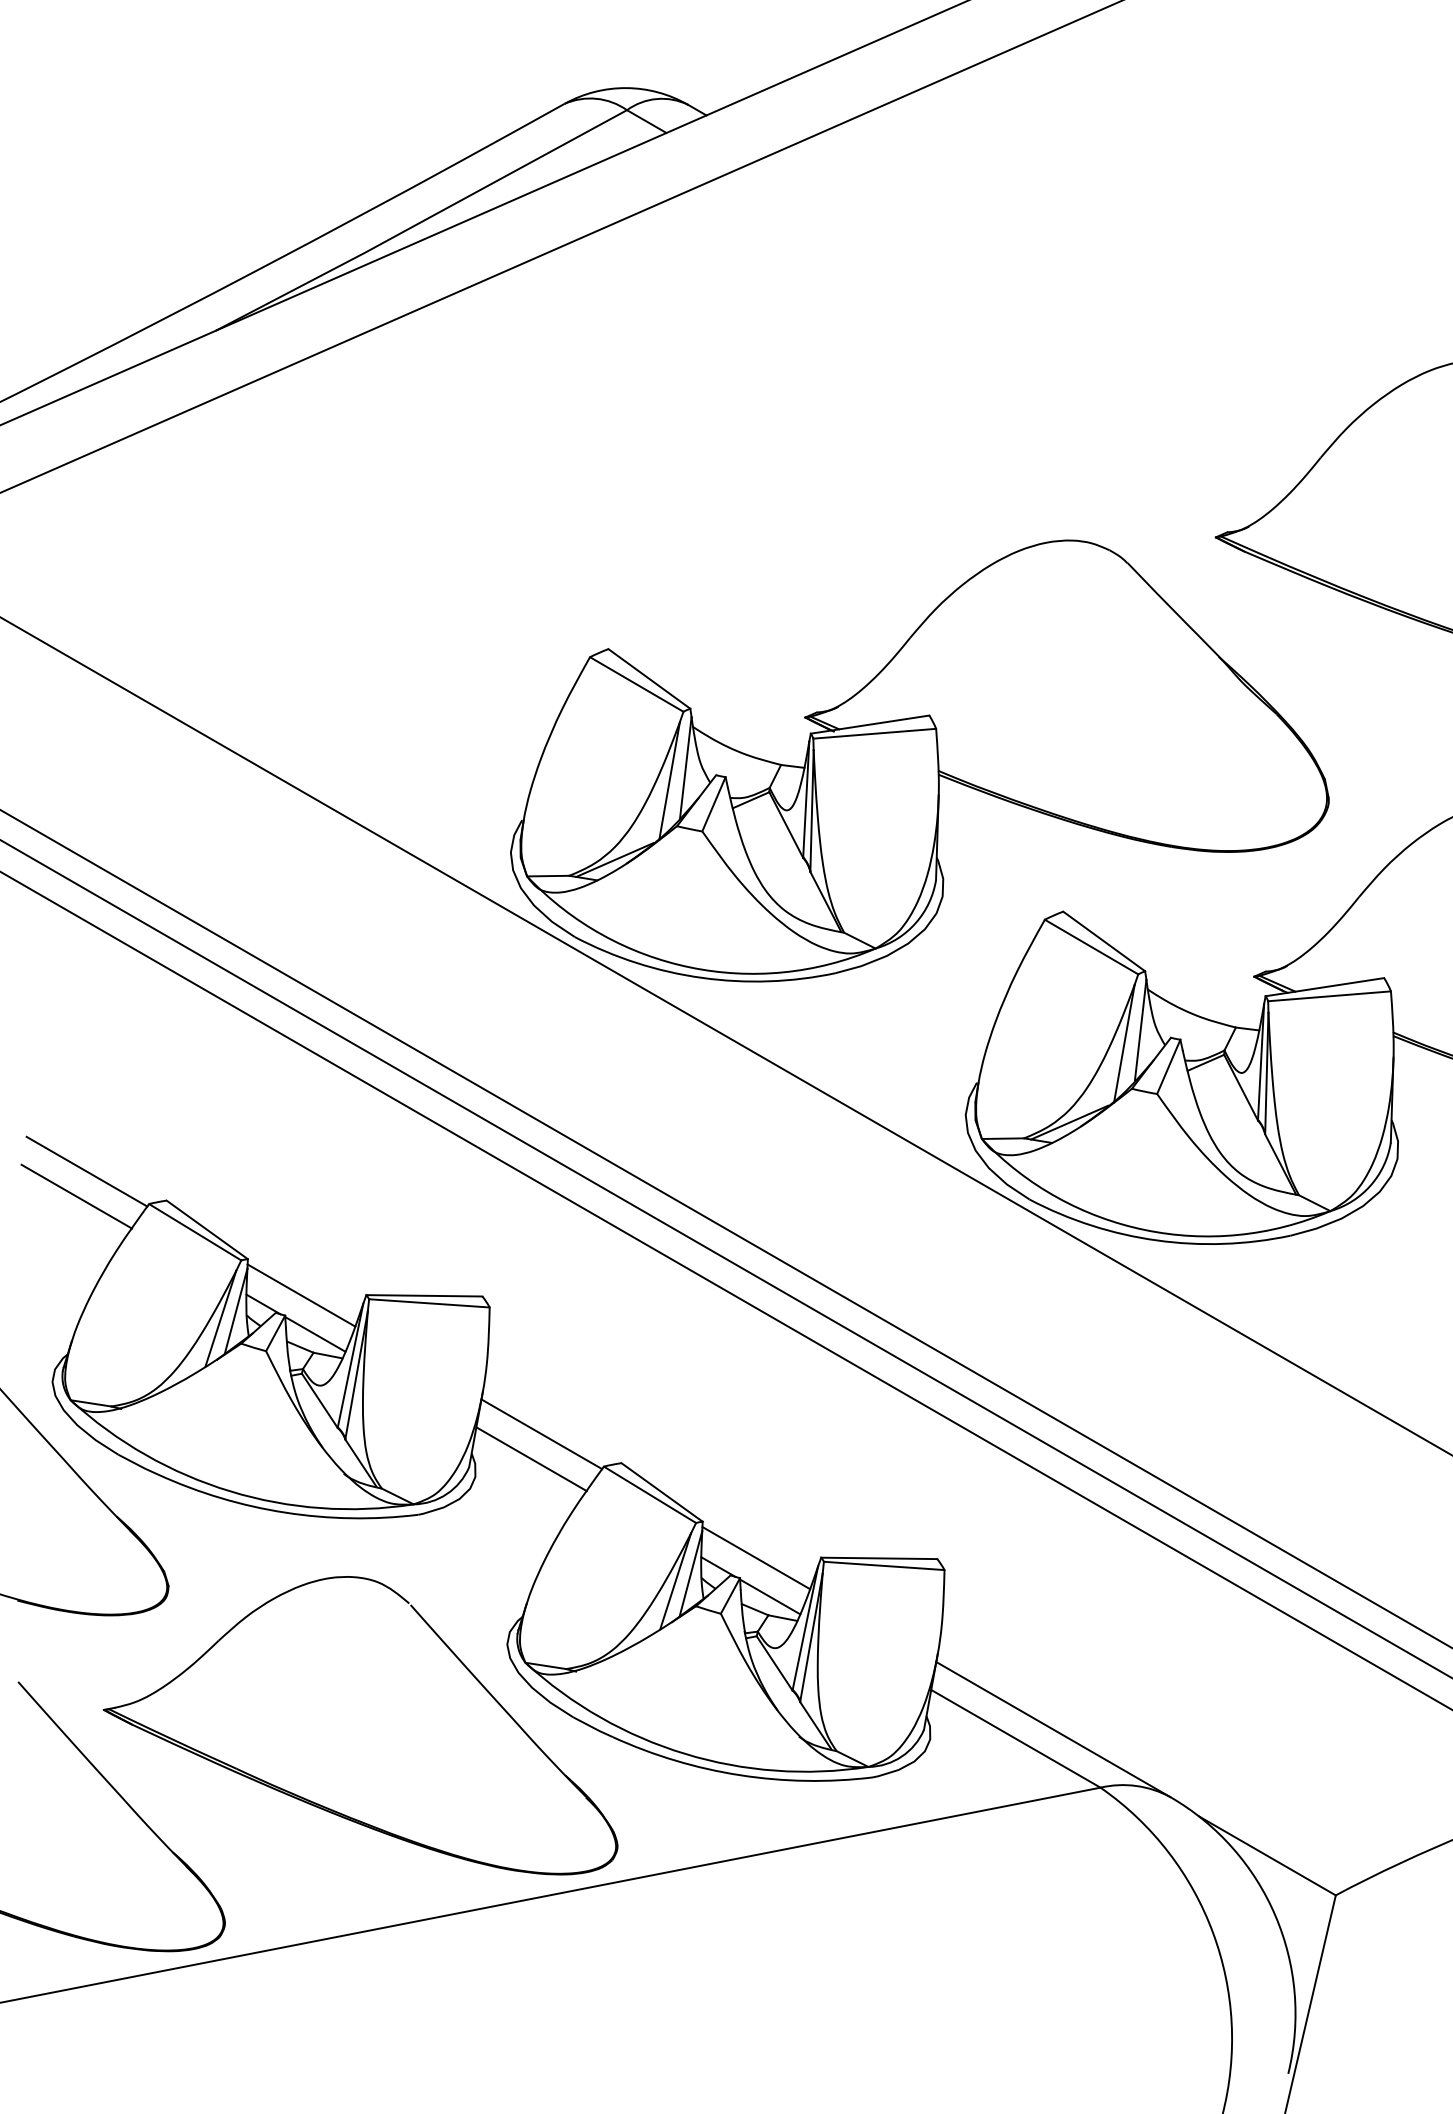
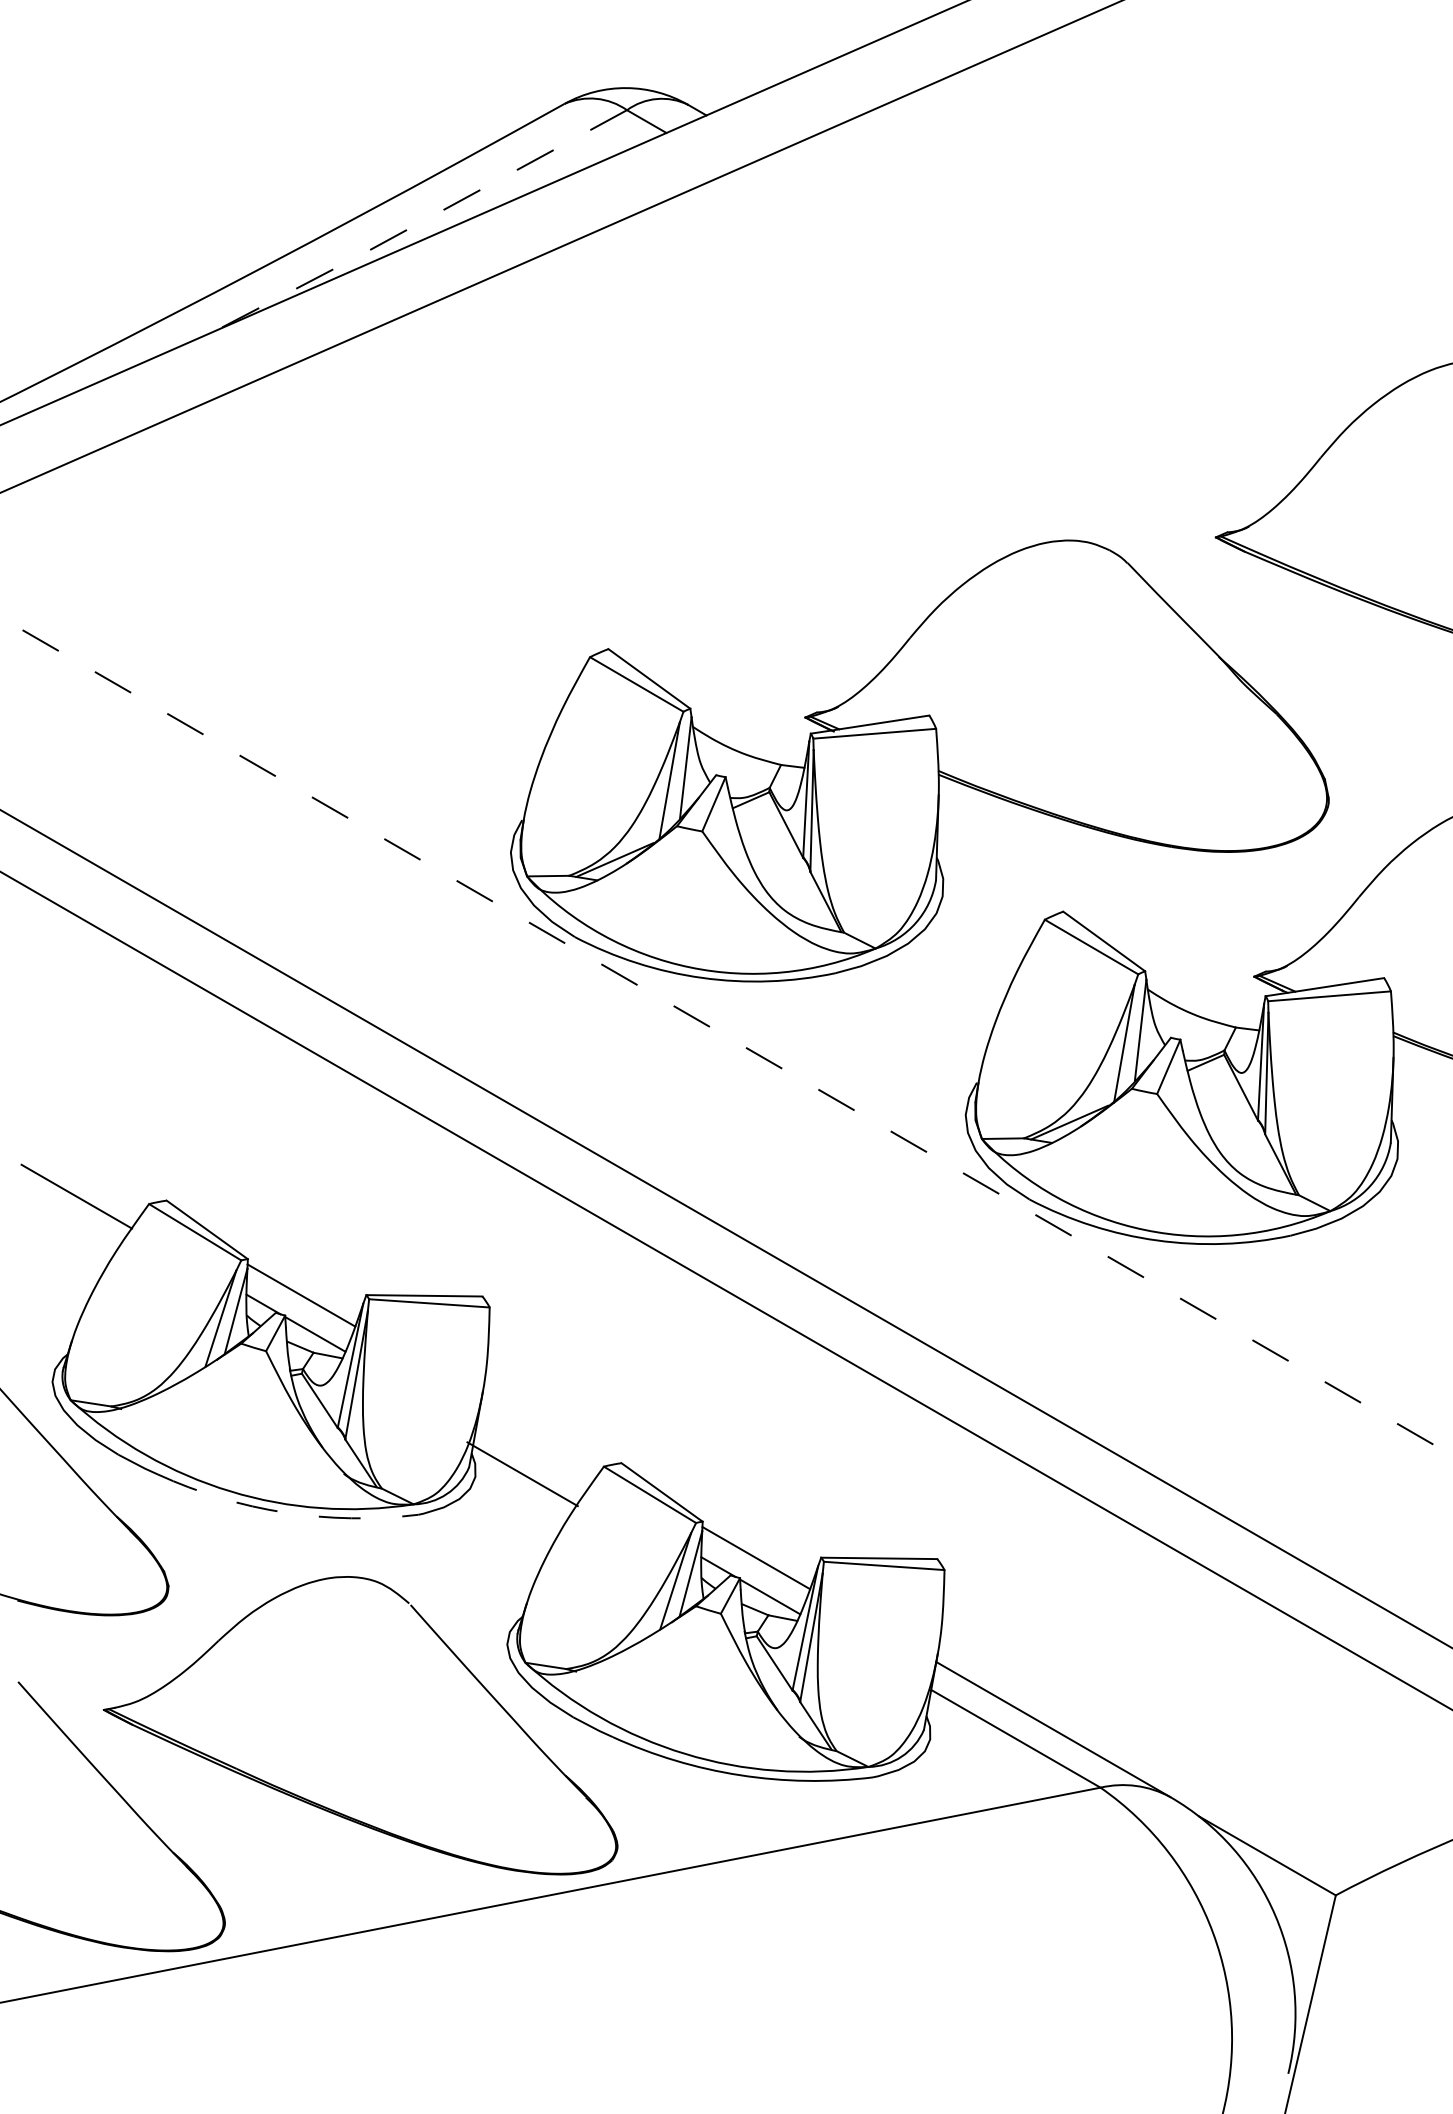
line at (421, 222): solid -> dashed
line at (726, 1036): solid -> dashed
line at (86, 1171): present -> none
line at (725, 1258): present -> none
line at (541, 1434): present -> none
line at (531, 1459) position: (531, 1459) -> (522, 1474)
arc at (285, 1512): solid -> dashed
